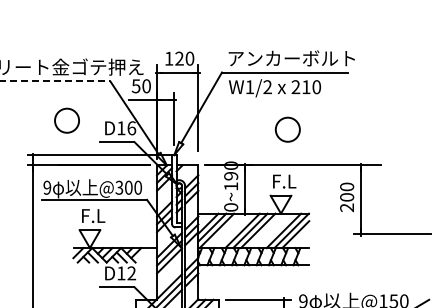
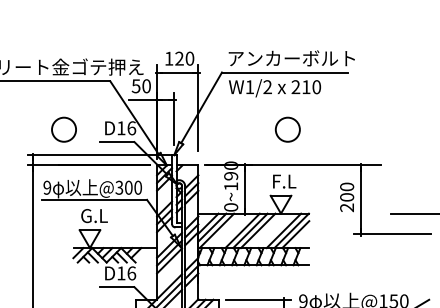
line at (55, 81): dashed -> solid
circle at (66, 120) position: (66, 120) -> (63, 129)
line at (413, 213): none -> present
text at (94, 216): F.L -> G.L
text at (131, 273): D12 -> D16
